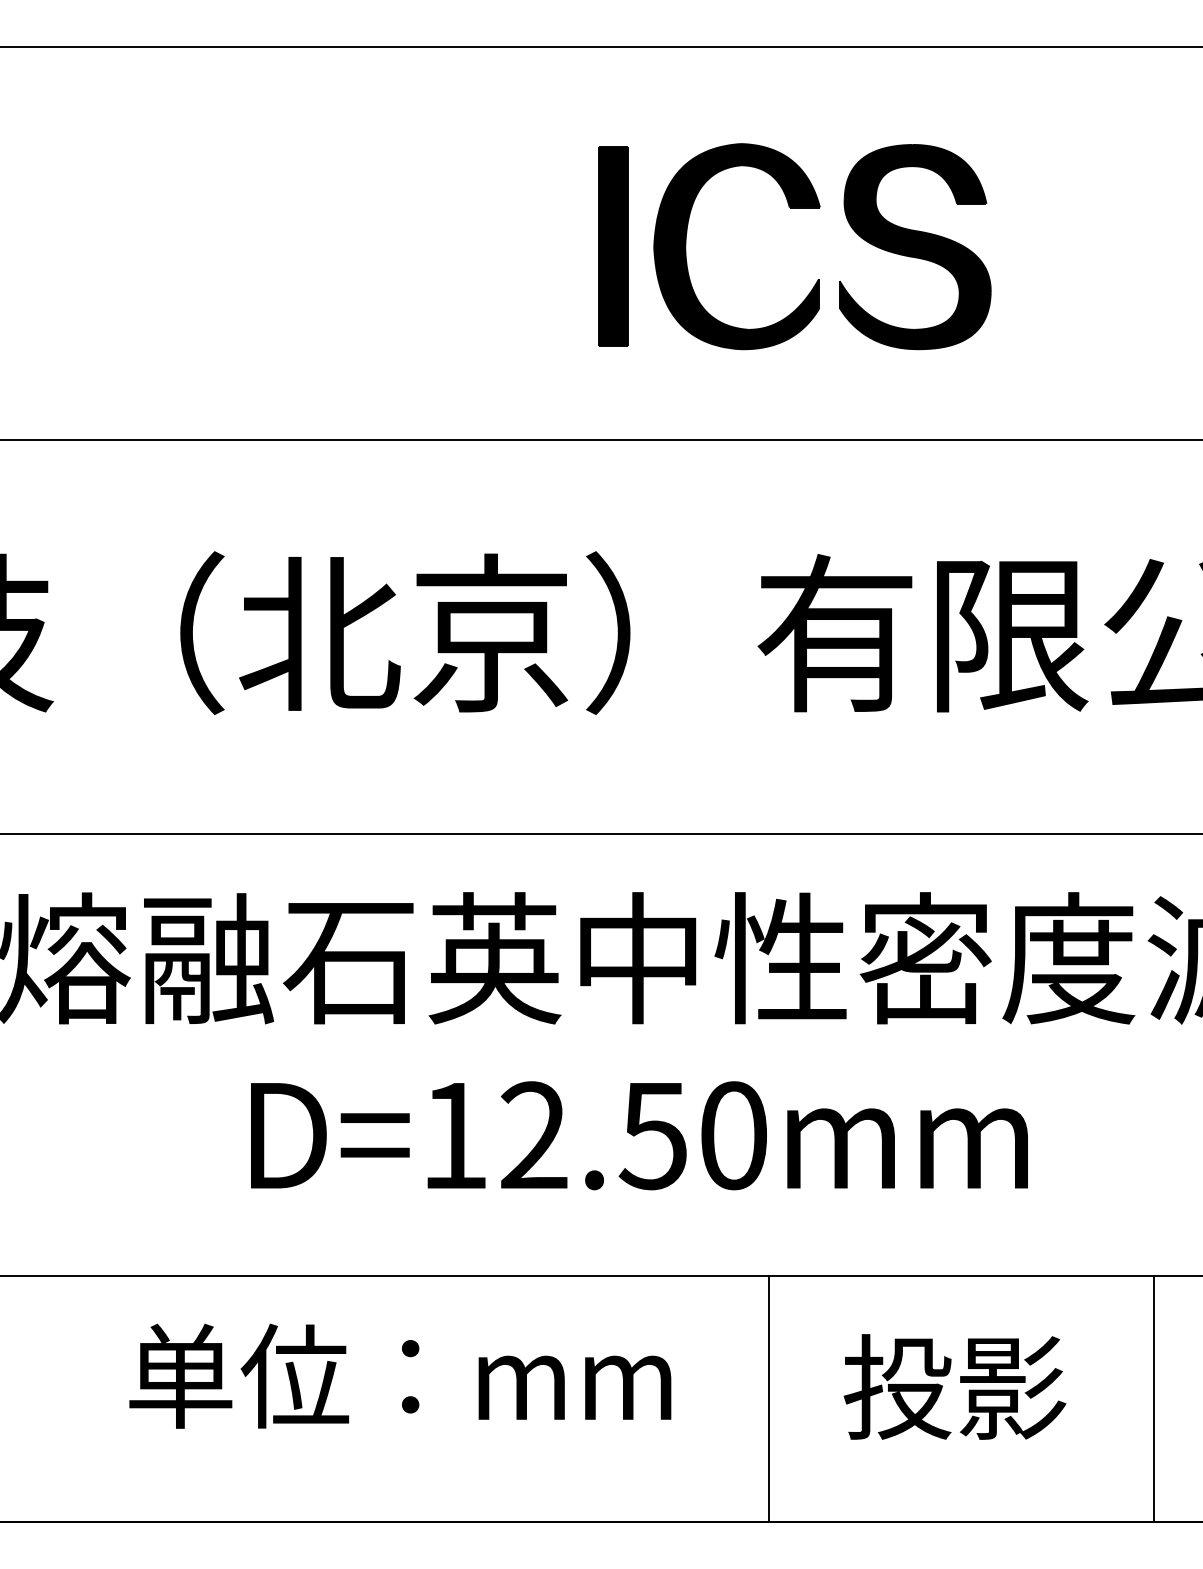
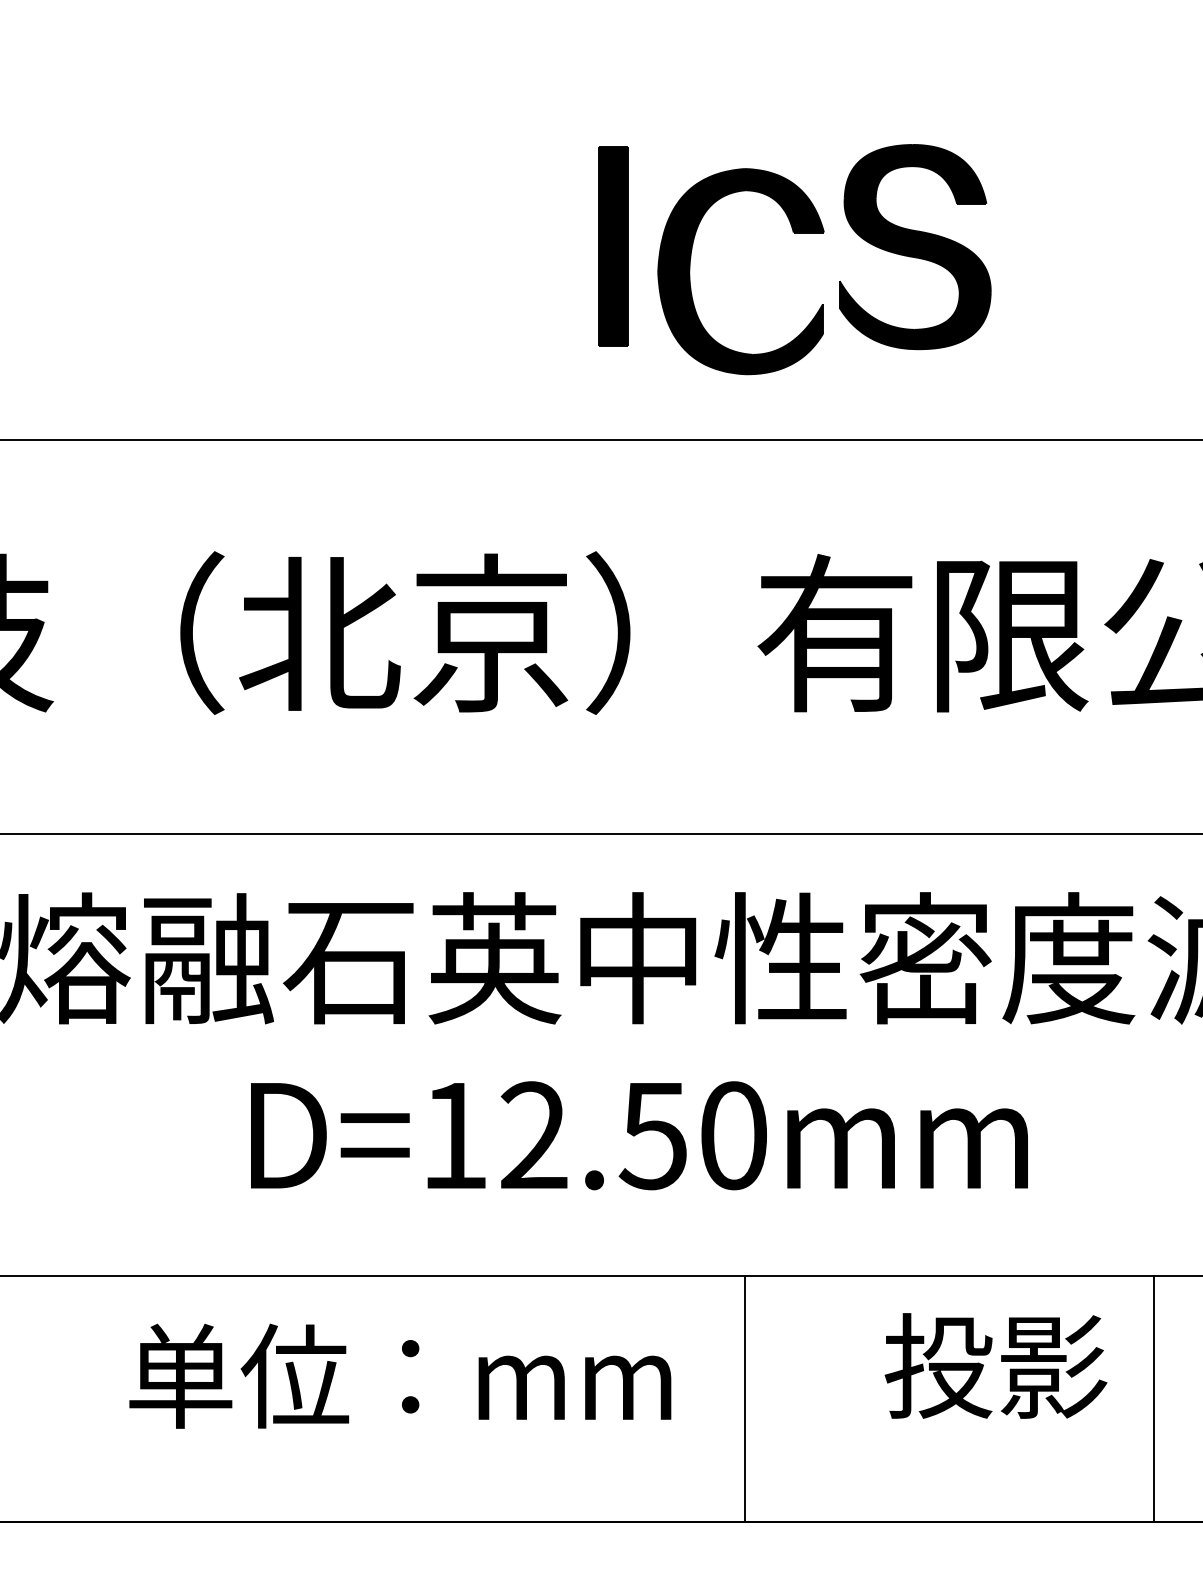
line at (600, 47): present -> none
part at (686, 246) position: (686, 246) -> (690, 271)
text at (954, 1386) position: (954, 1386) -> (995, 1365)
line at (769, 1398) position: (769, 1398) -> (745, 1398)
